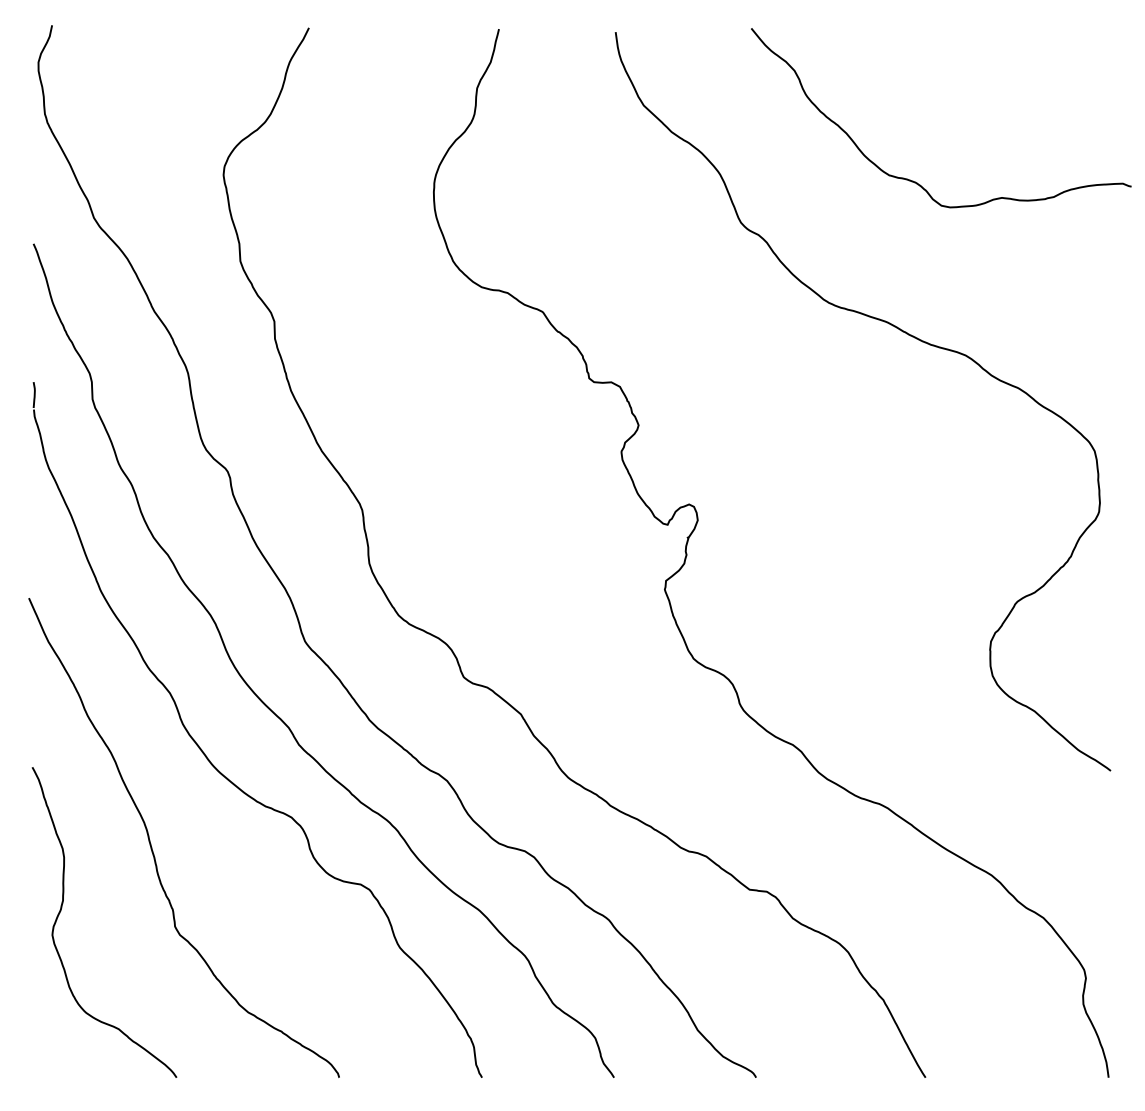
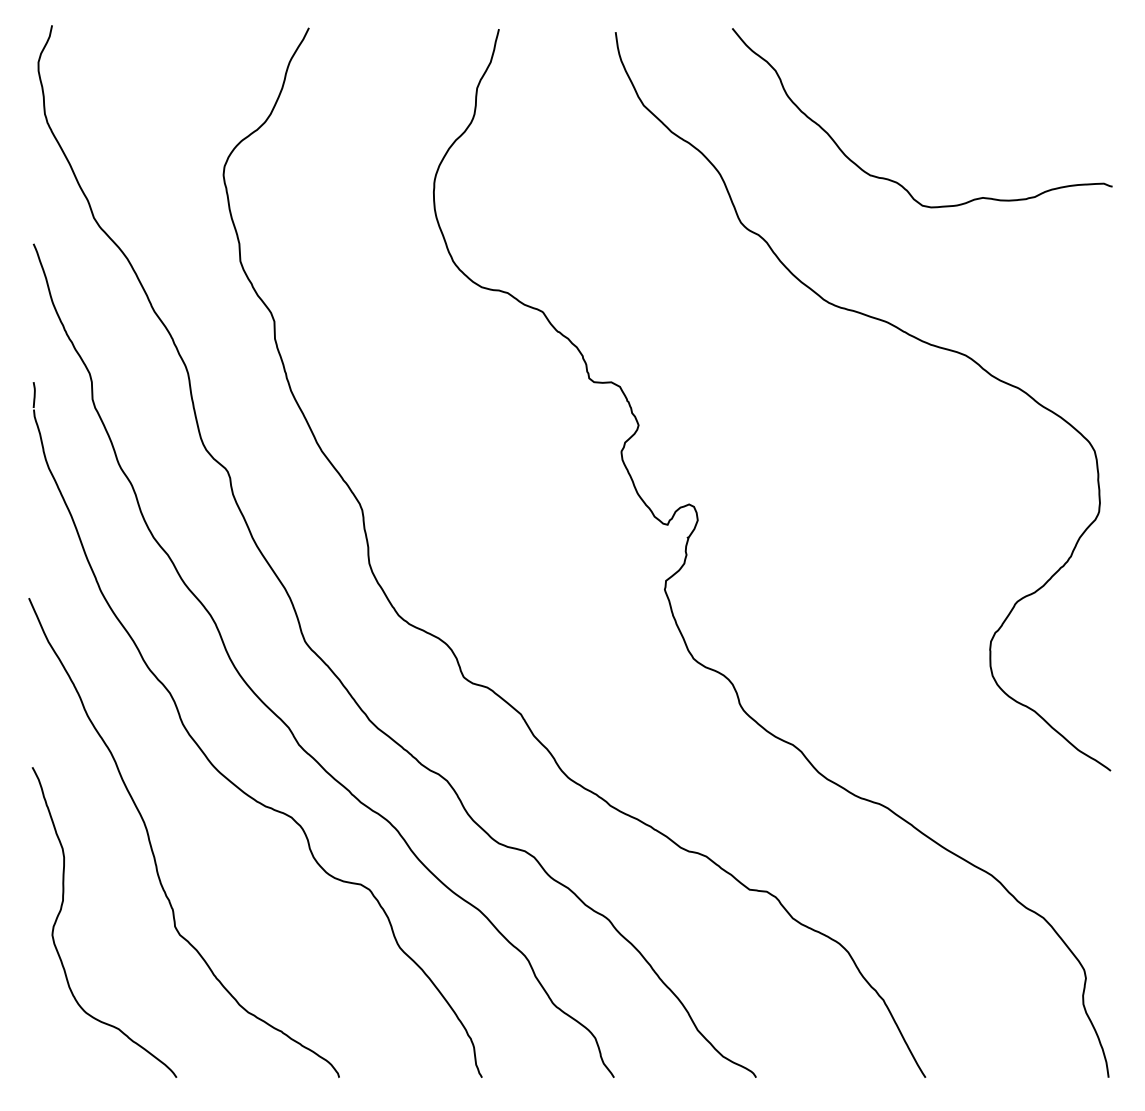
curve at (913, 180) position: (913, 180) -> (894, 180)
